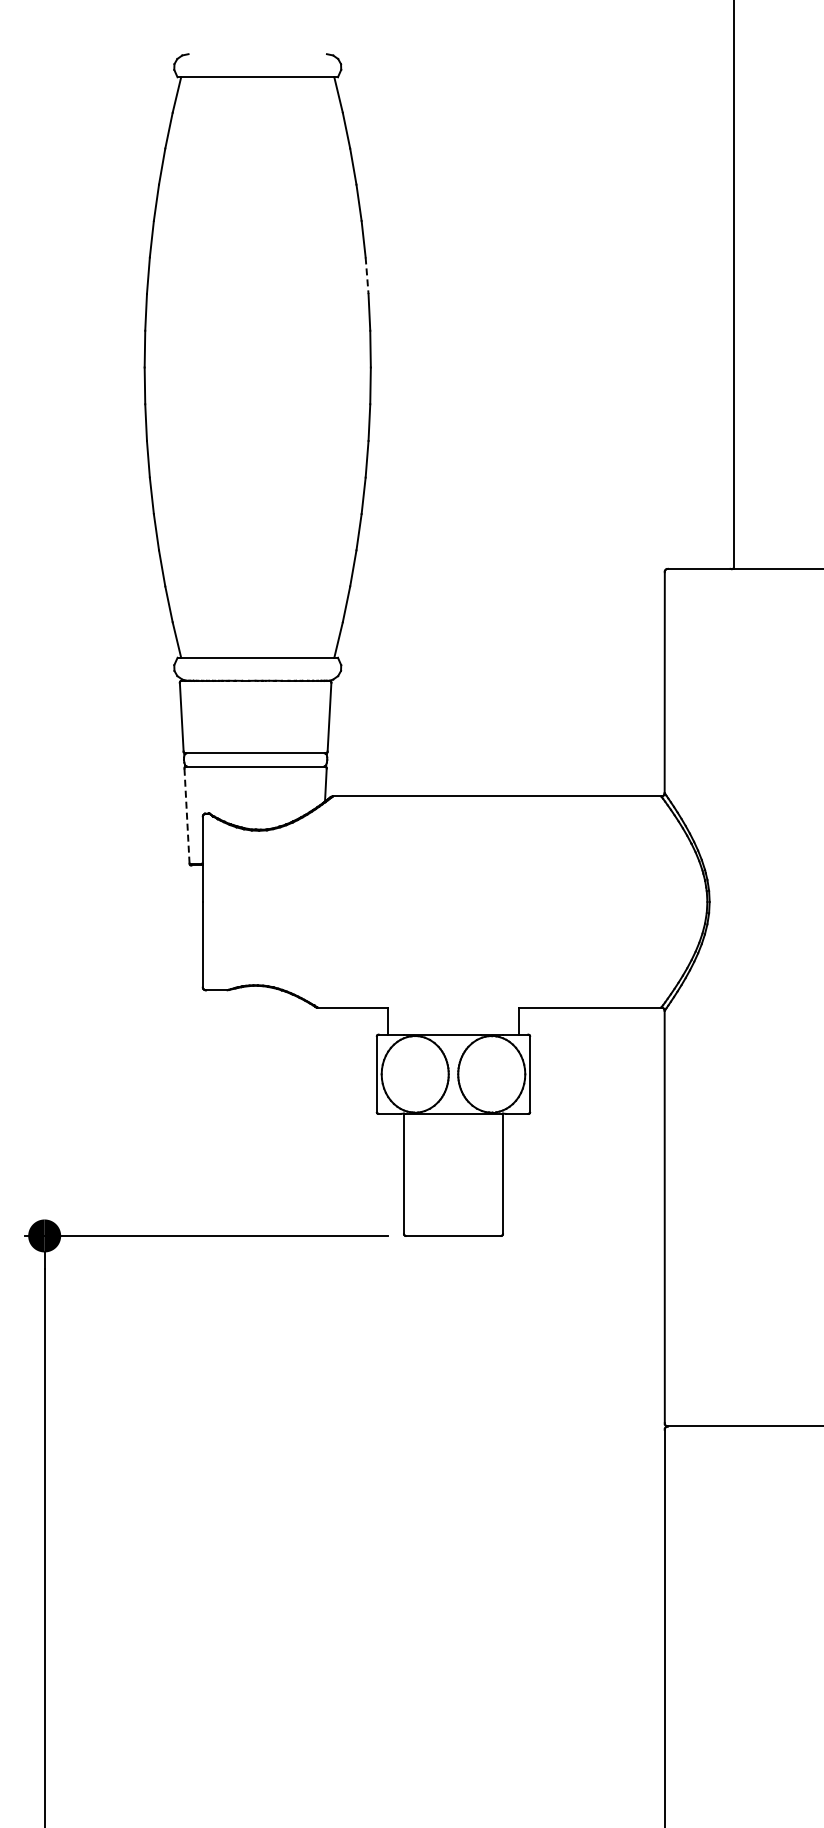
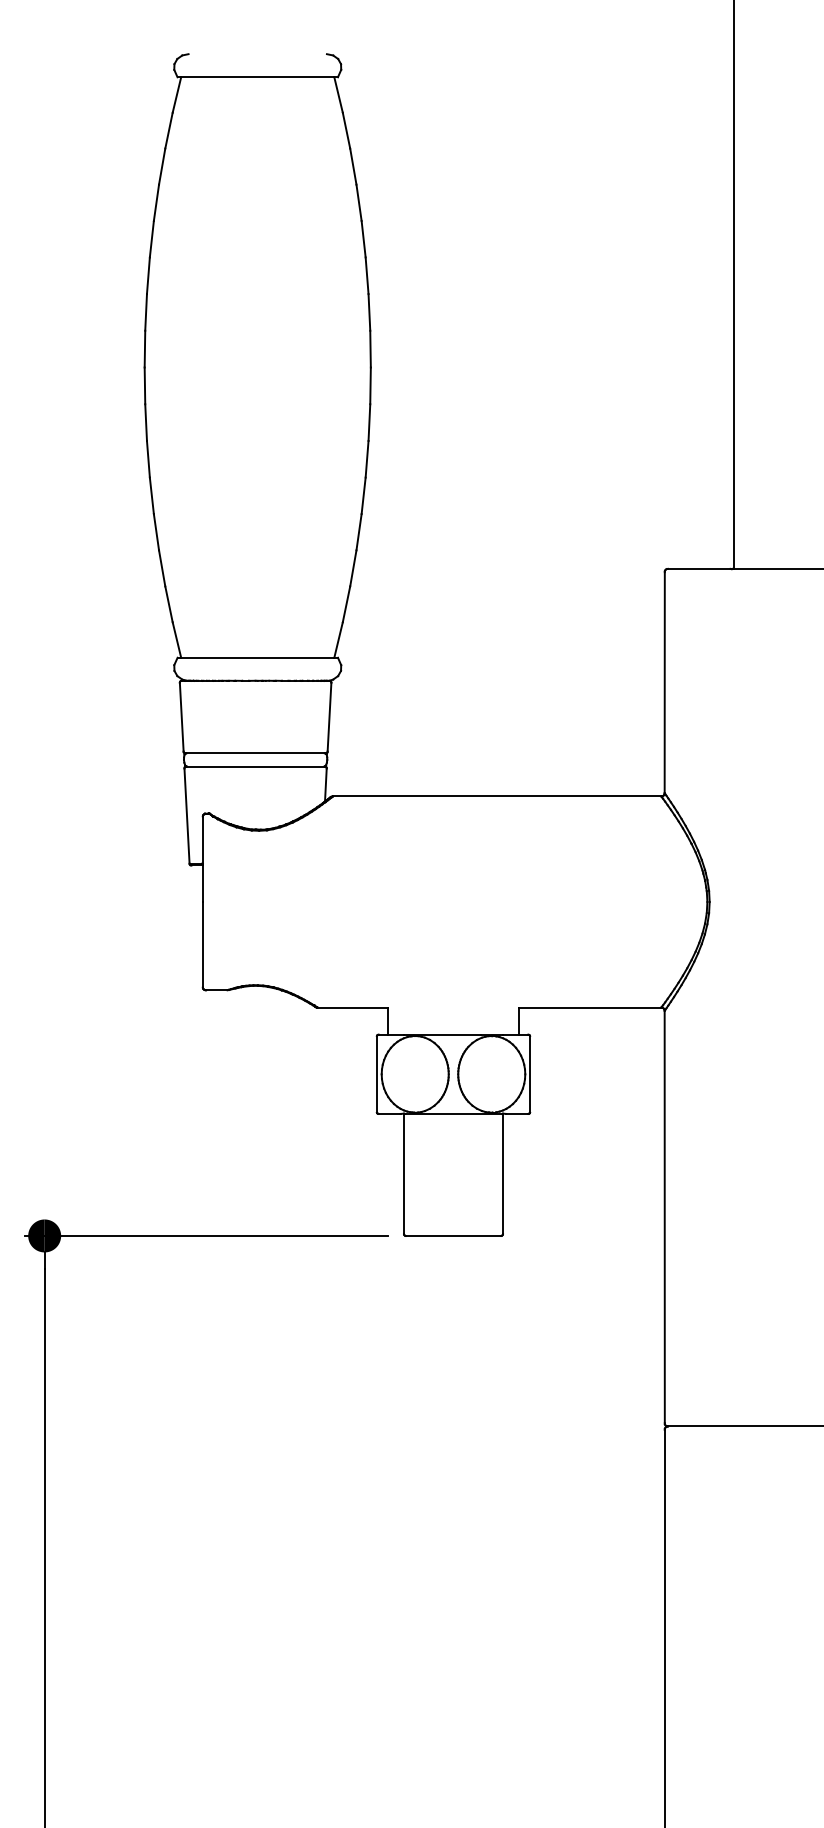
line at (367, 276): dashed -> solid
line at (187, 816): dashed -> solid
